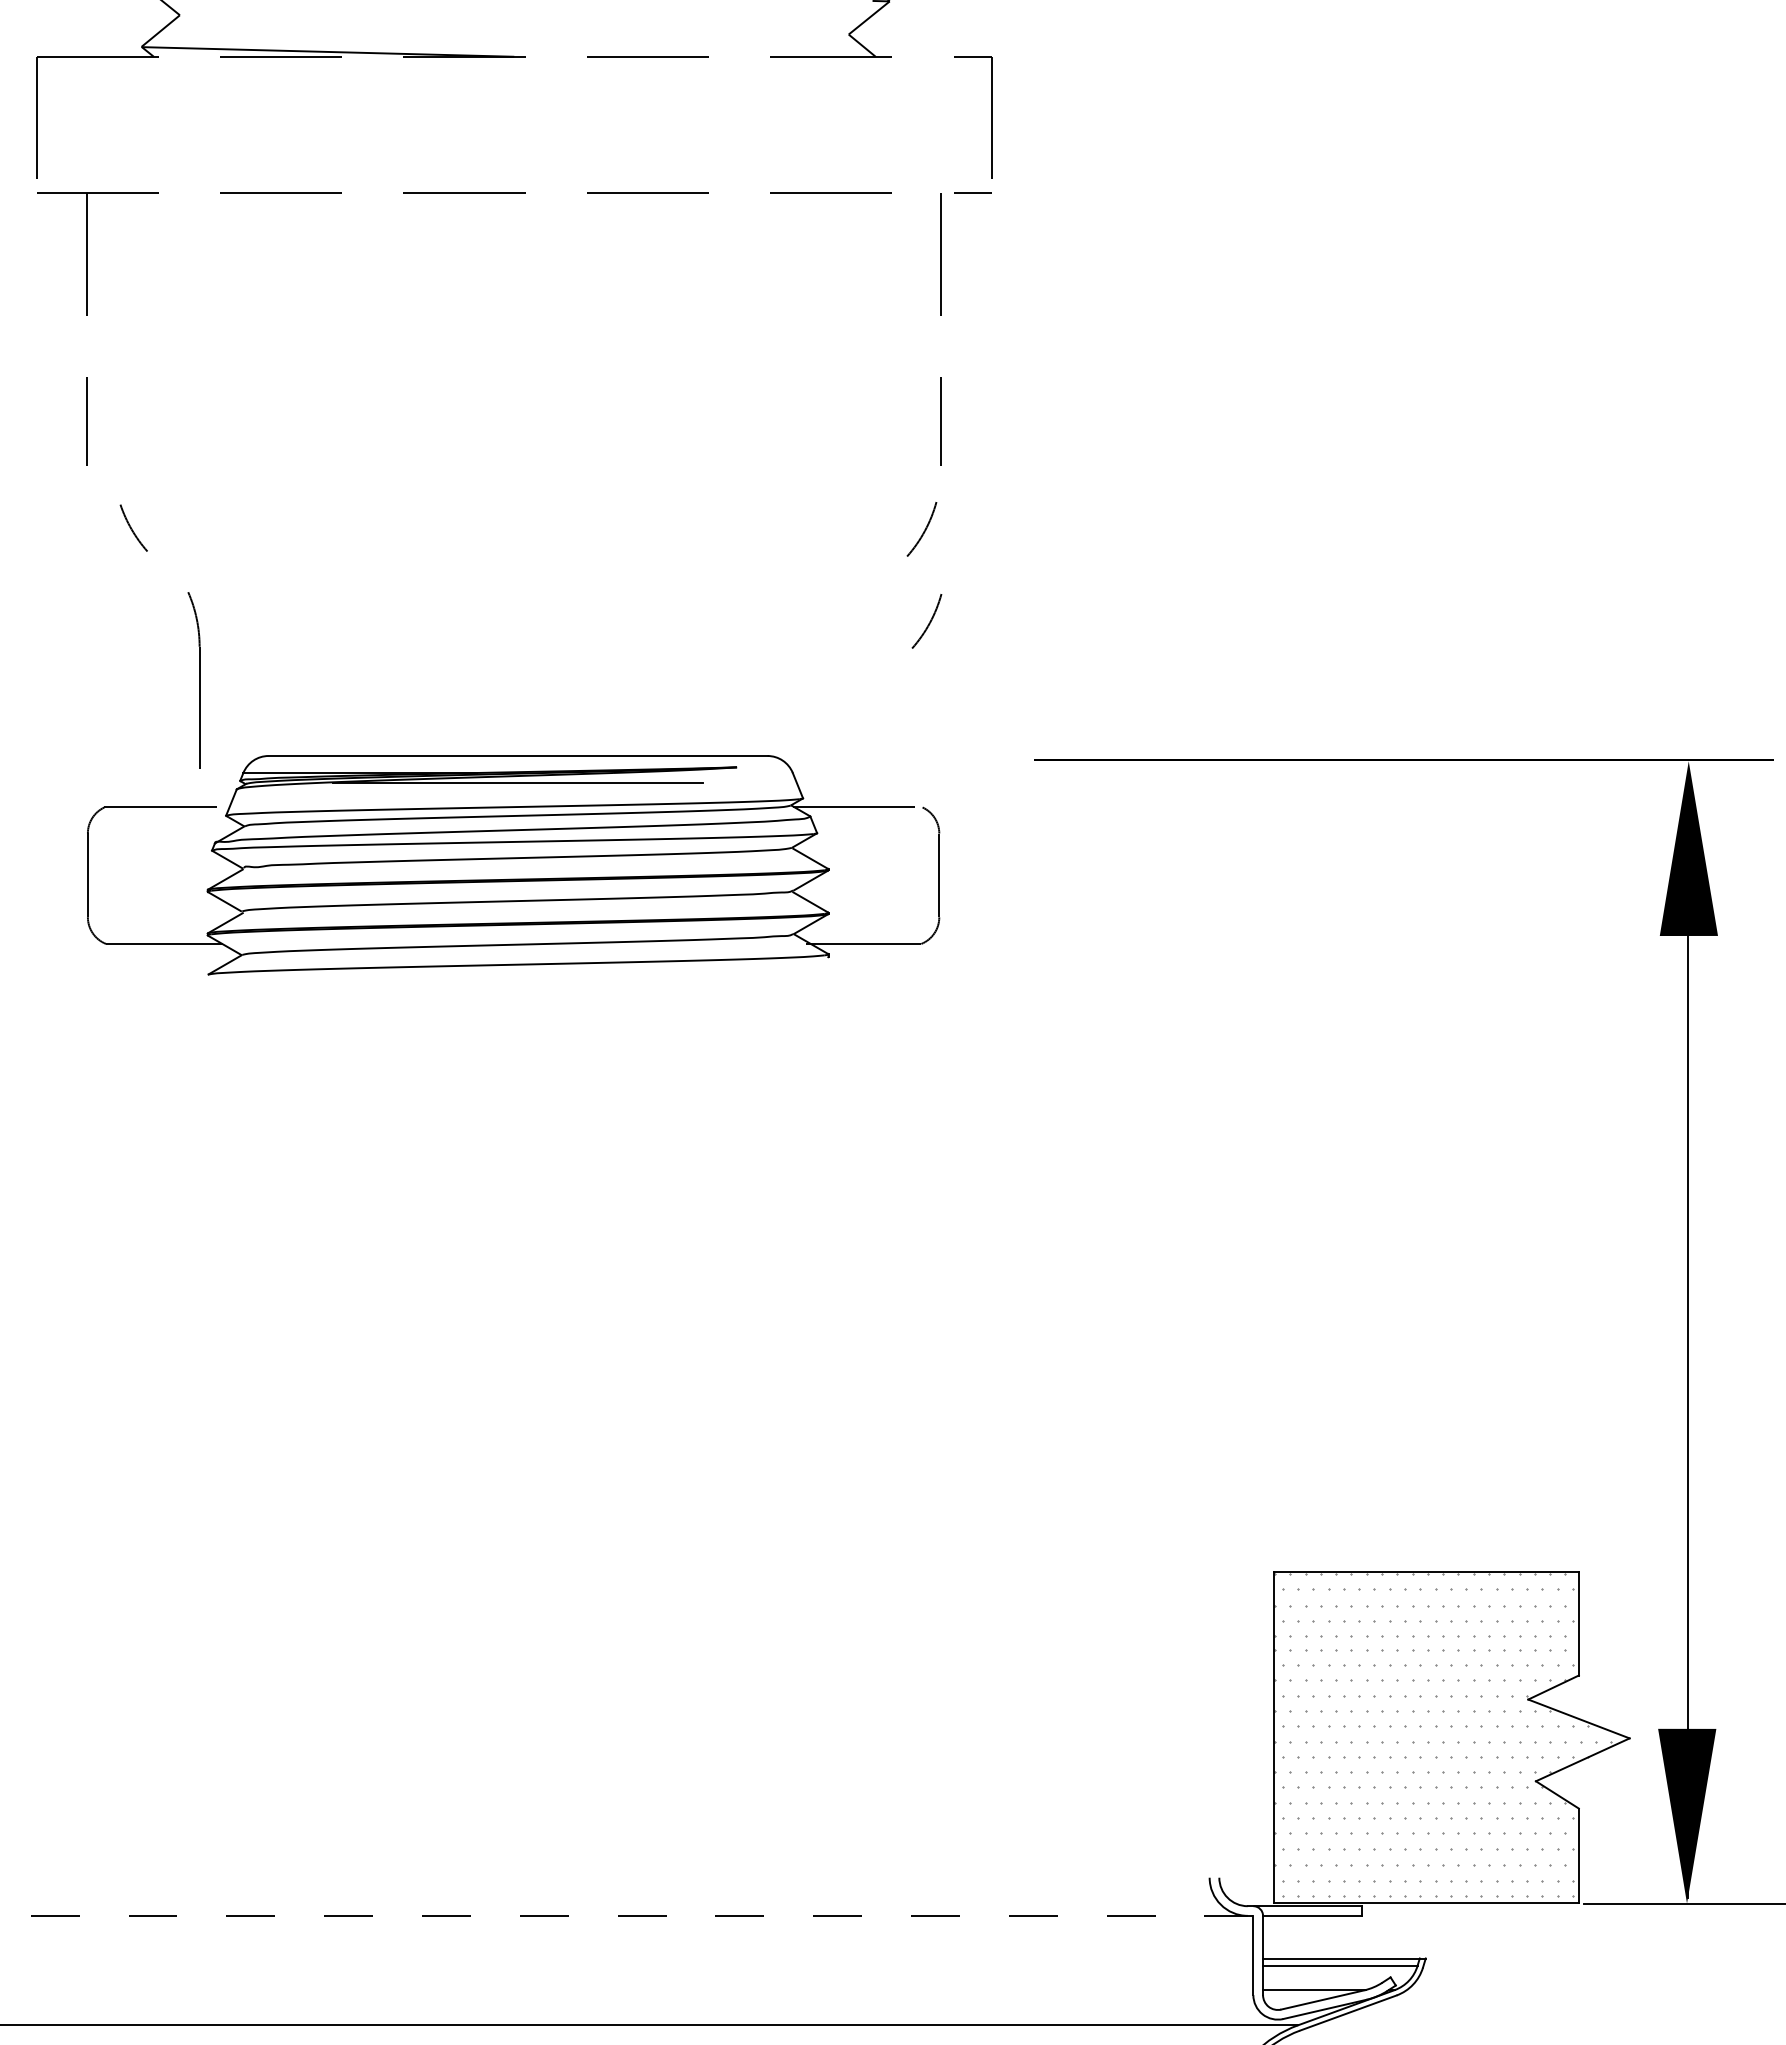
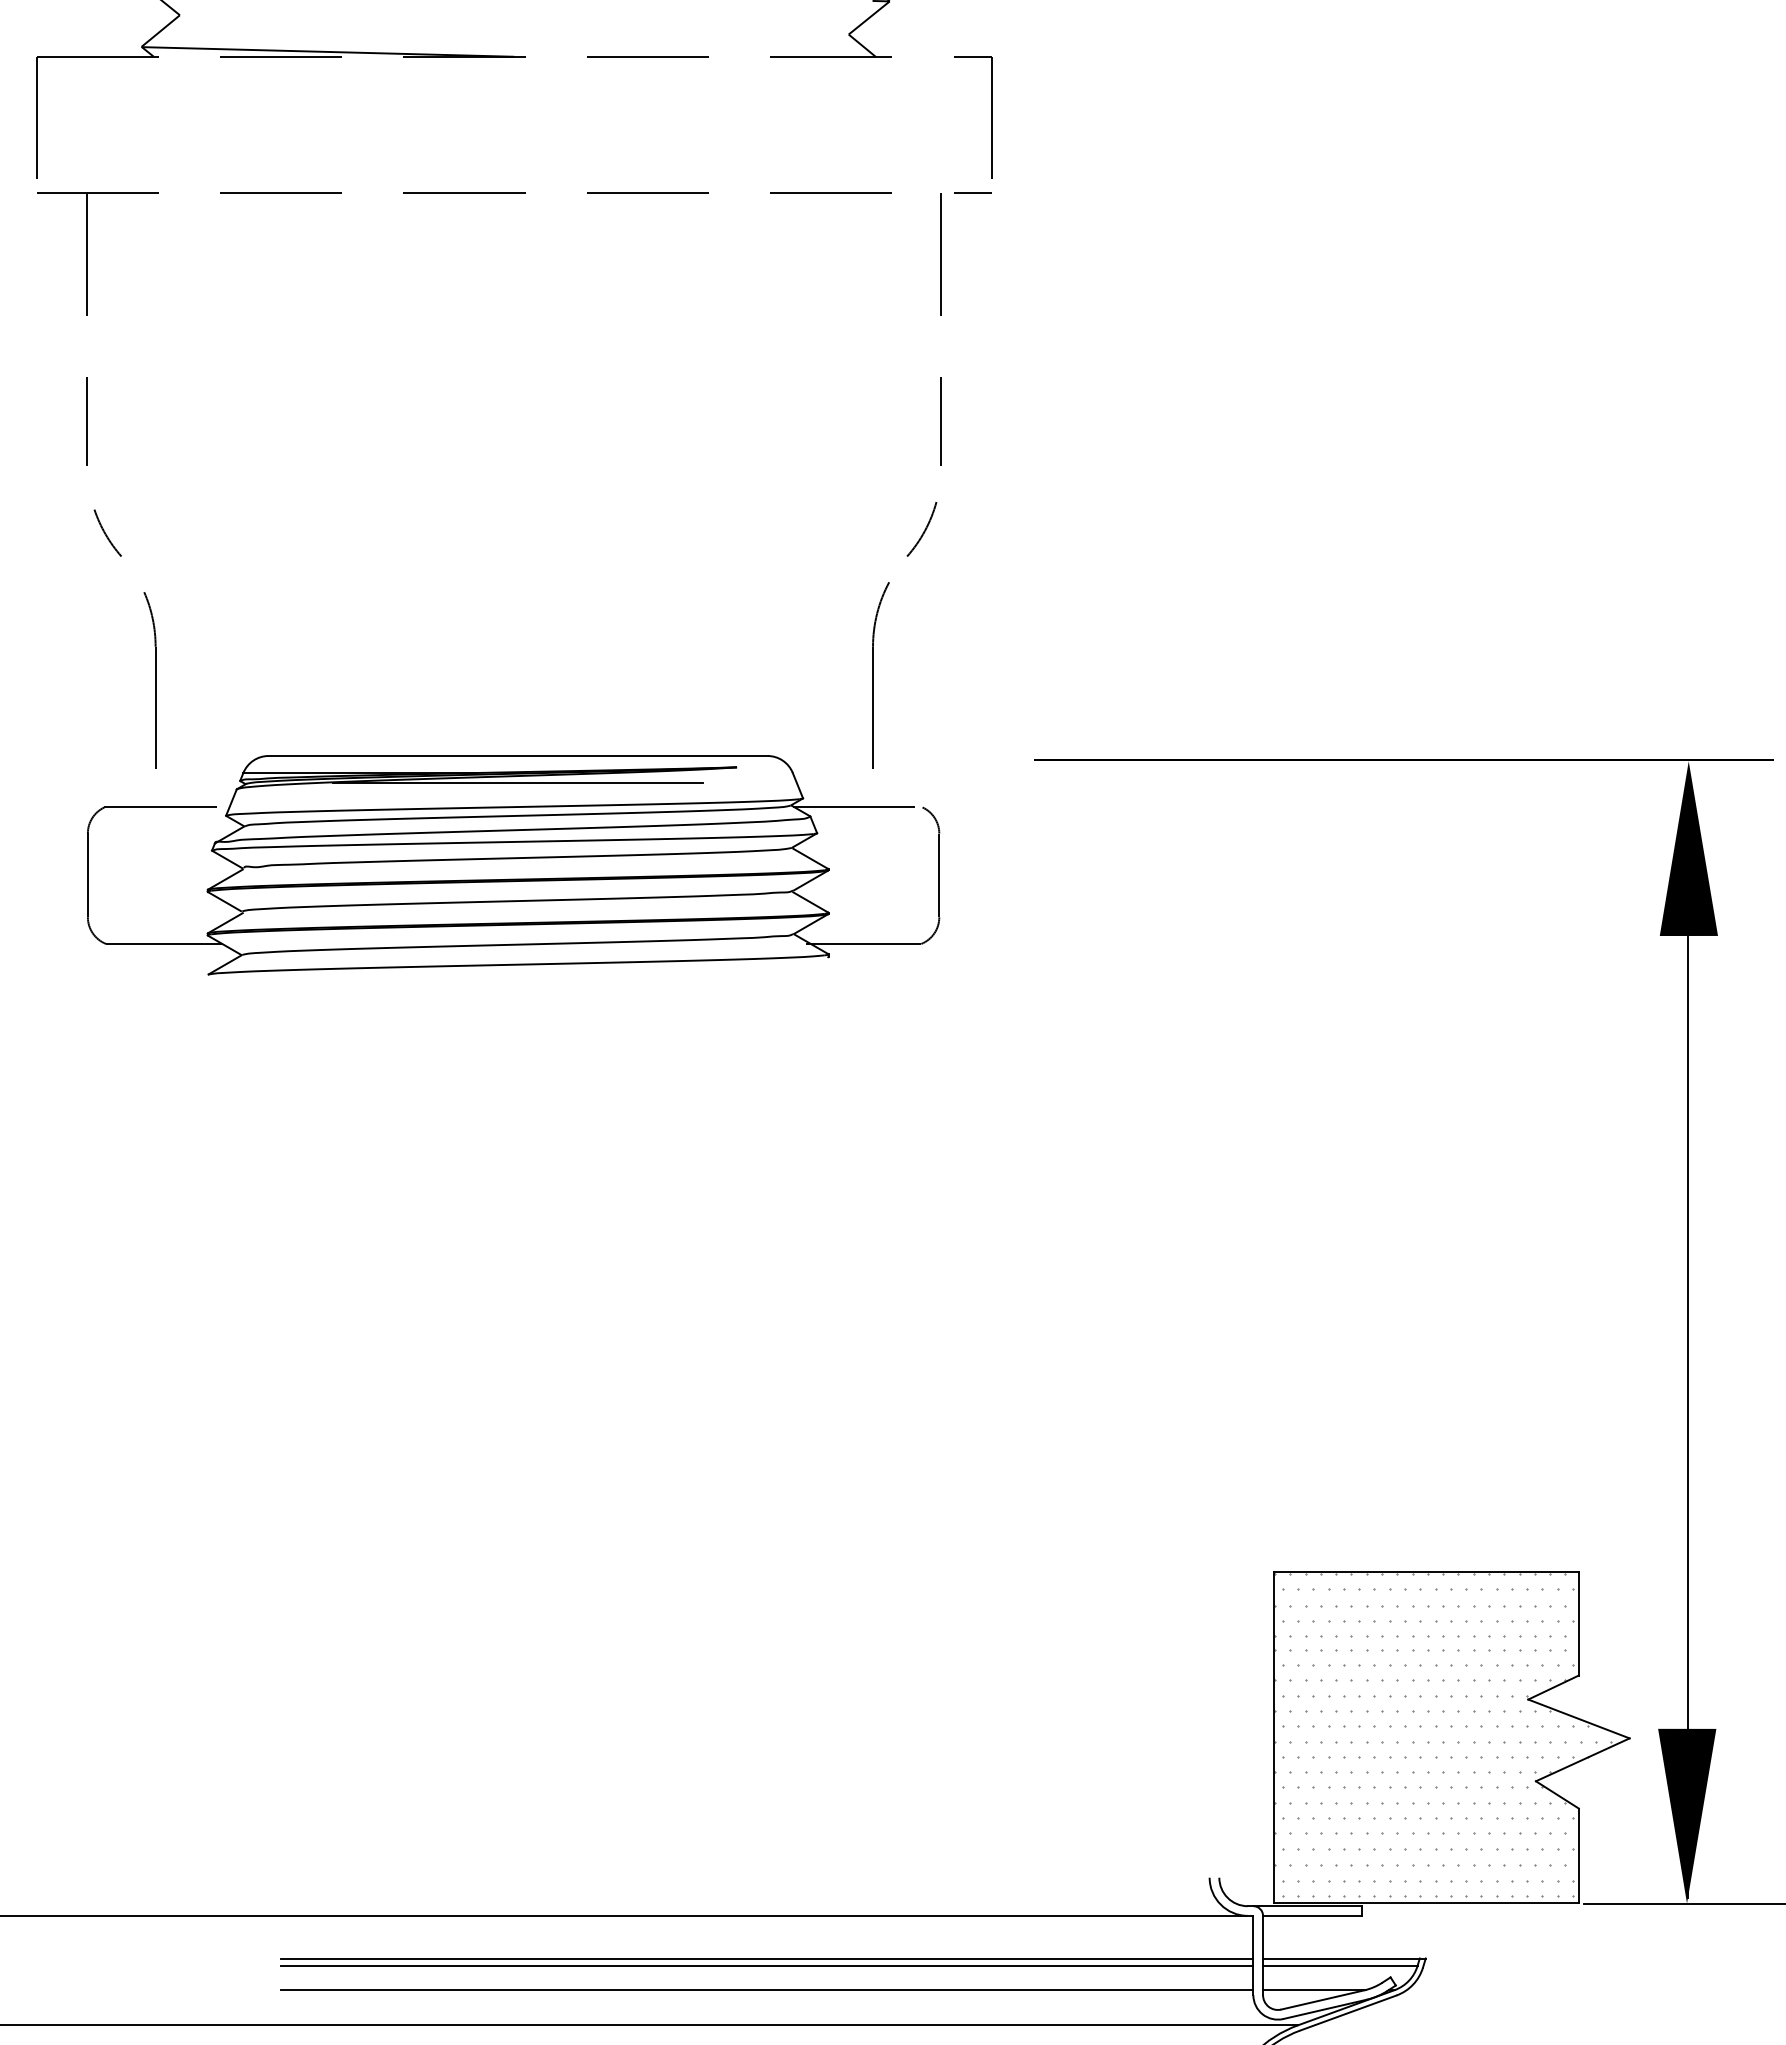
arc at (132, 528) position: (132, 528) -> (106, 533)
arc at (928, 623): present -> none
part at (873, 675): none -> present
part at (193, 680) position: (193, 680) -> (149, 680)
line at (626, 1915): dashed -> solid
line at (766, 1958): none -> present
line at (766, 1965): none -> present
line at (766, 1990): none -> present
